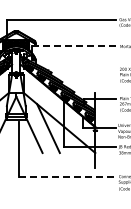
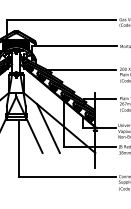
line at (75, 45): dashed -> solid
line at (81, 69): none -> present
line at (67, 176): dashed -> solid
